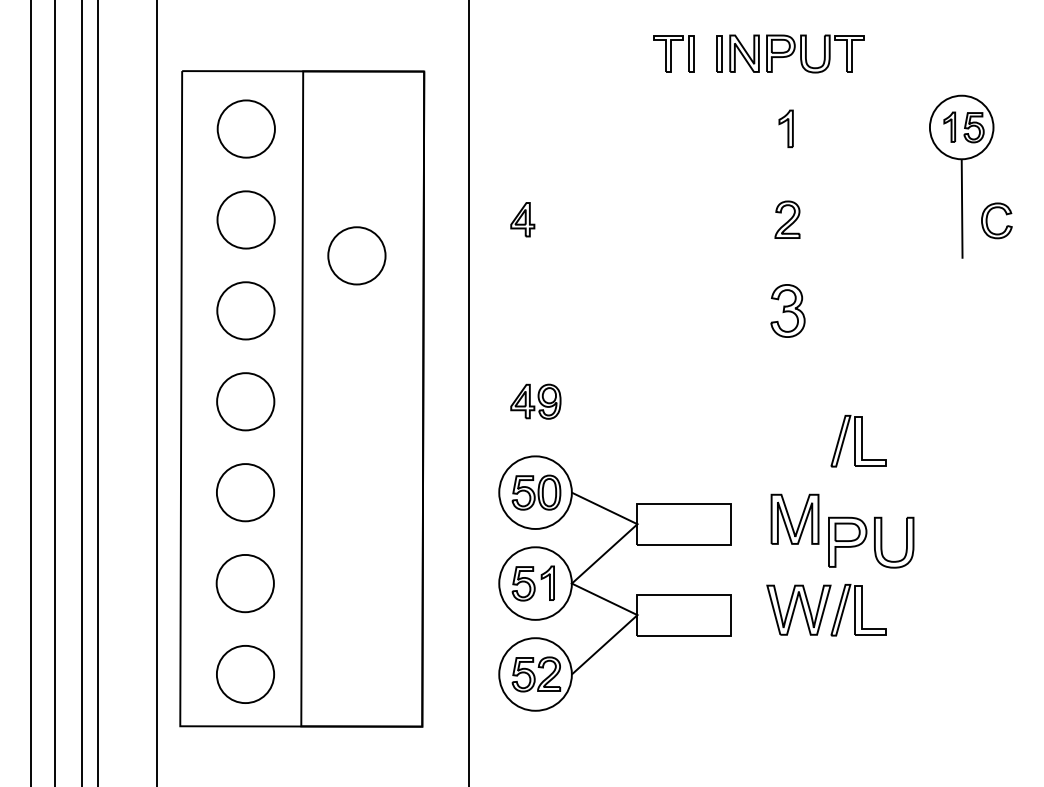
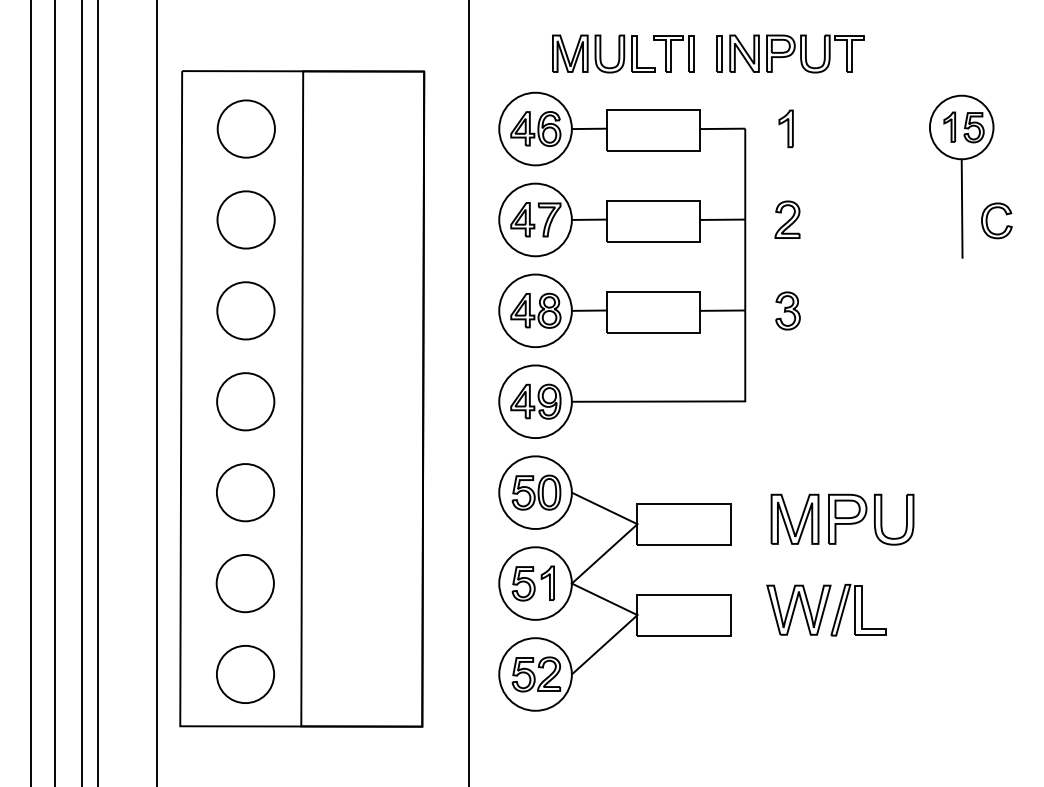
part at (603, 53): none -> present
part at (622, 242): none -> present
part at (356, 255): present -> none
part at (787, 310) size: 36x54 px -> 26x40 px
part at (858, 441): present -> none
part at (871, 542) position: (871, 542) -> (871, 519)
